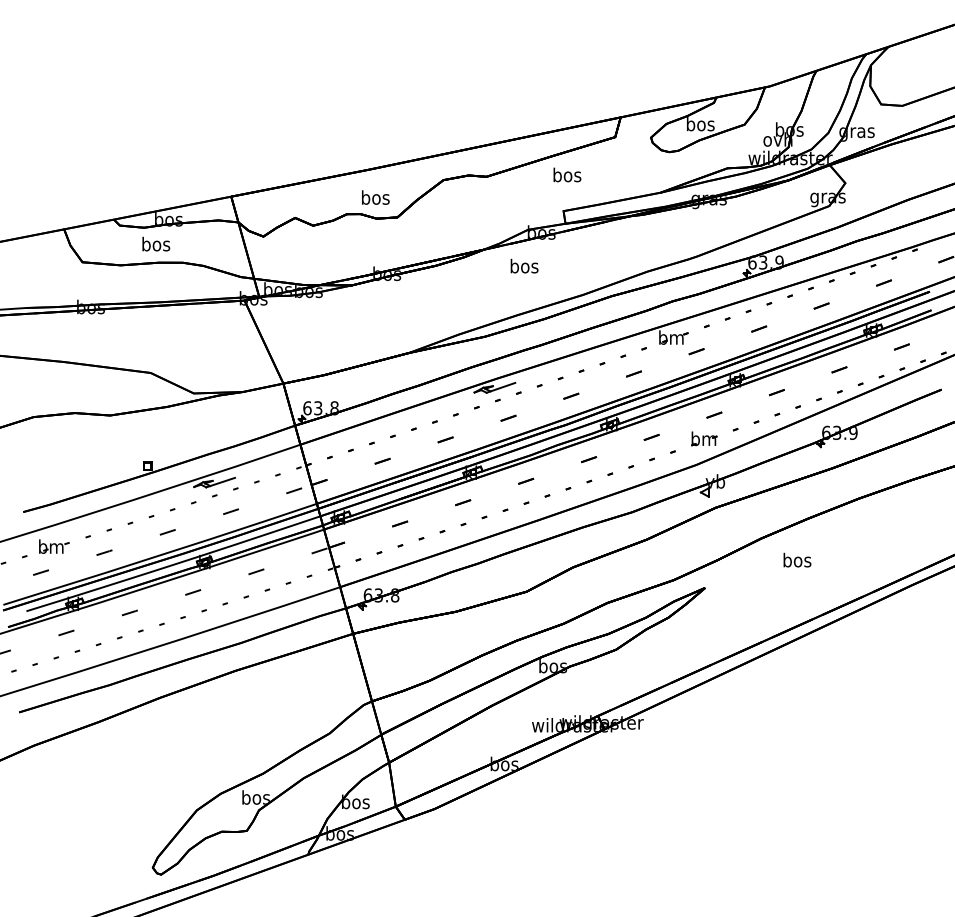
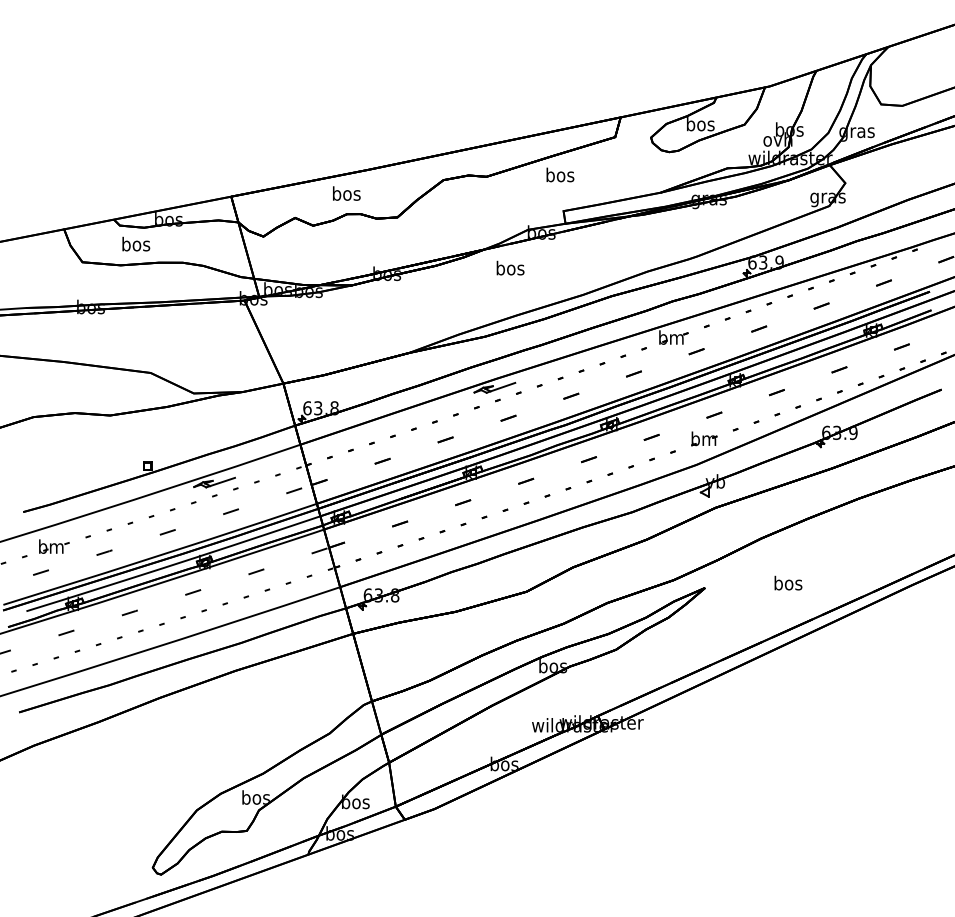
text at (567, 174) position: (567, 174) -> (560, 174)
text at (375, 197) position: (375, 197) -> (346, 193)
text at (156, 243) position: (156, 243) -> (136, 243)
text at (524, 265) position: (524, 265) -> (510, 267)
text at (797, 559) position: (797, 559) -> (788, 582)
